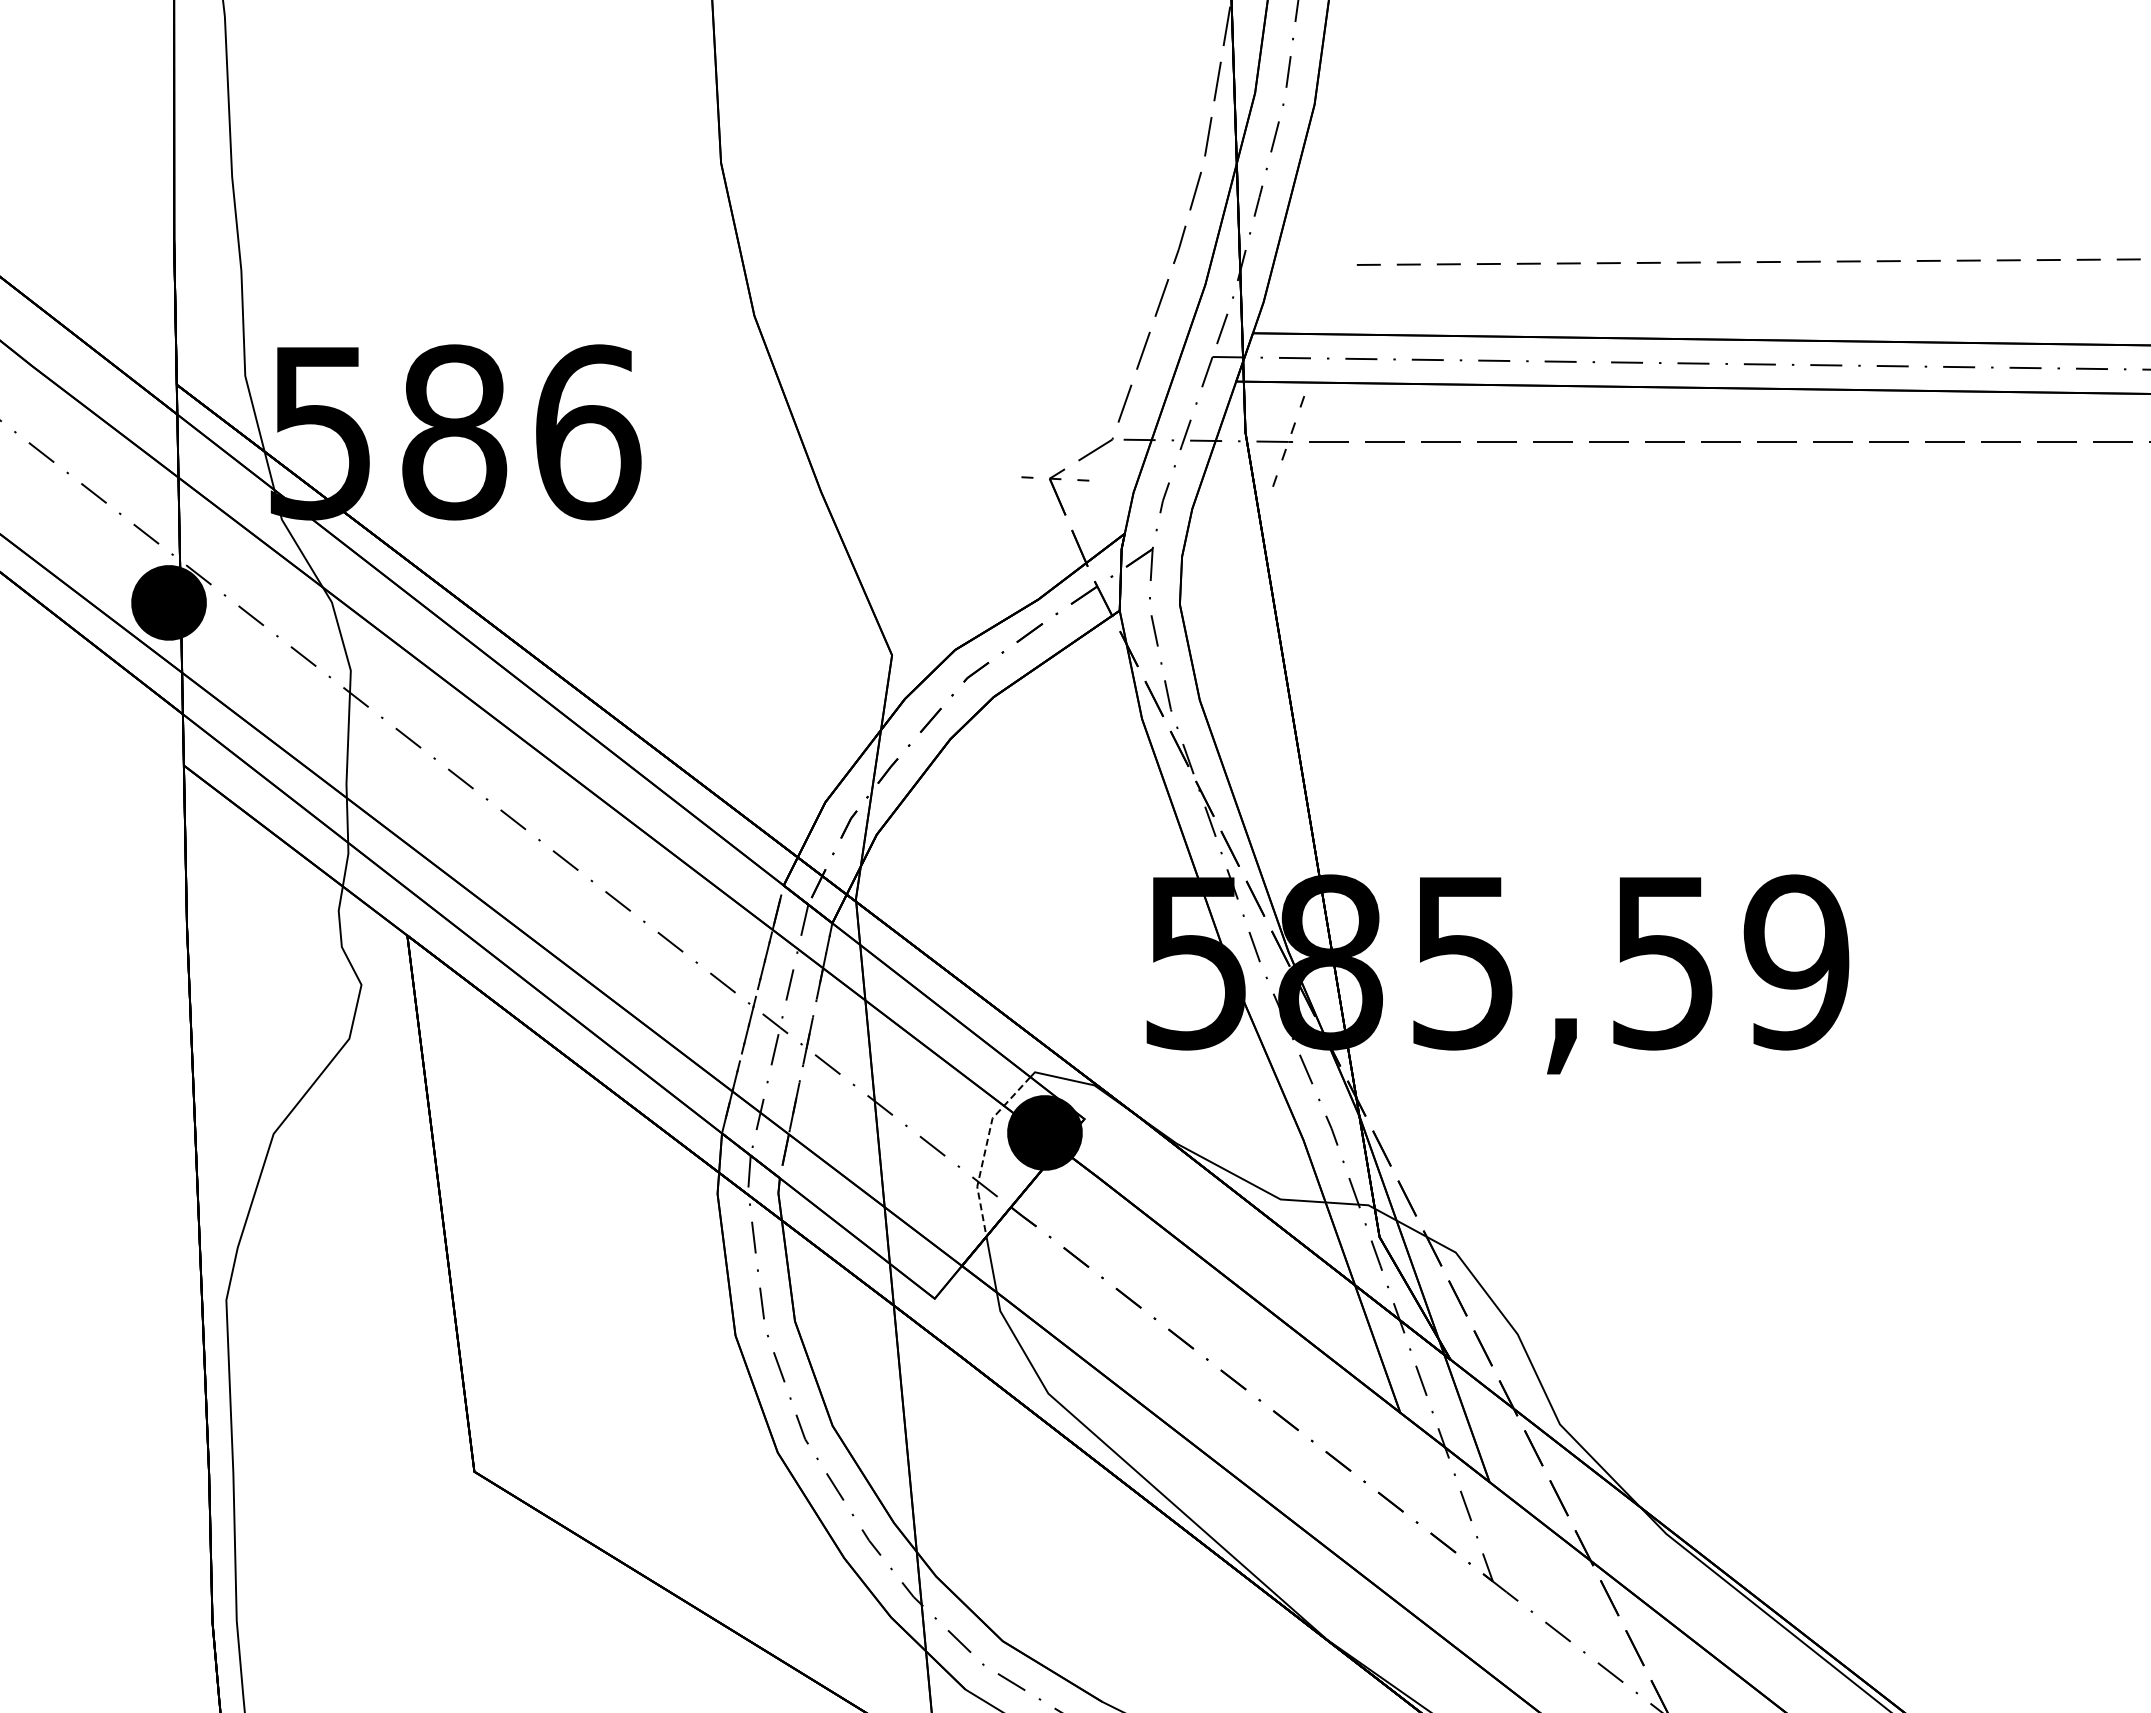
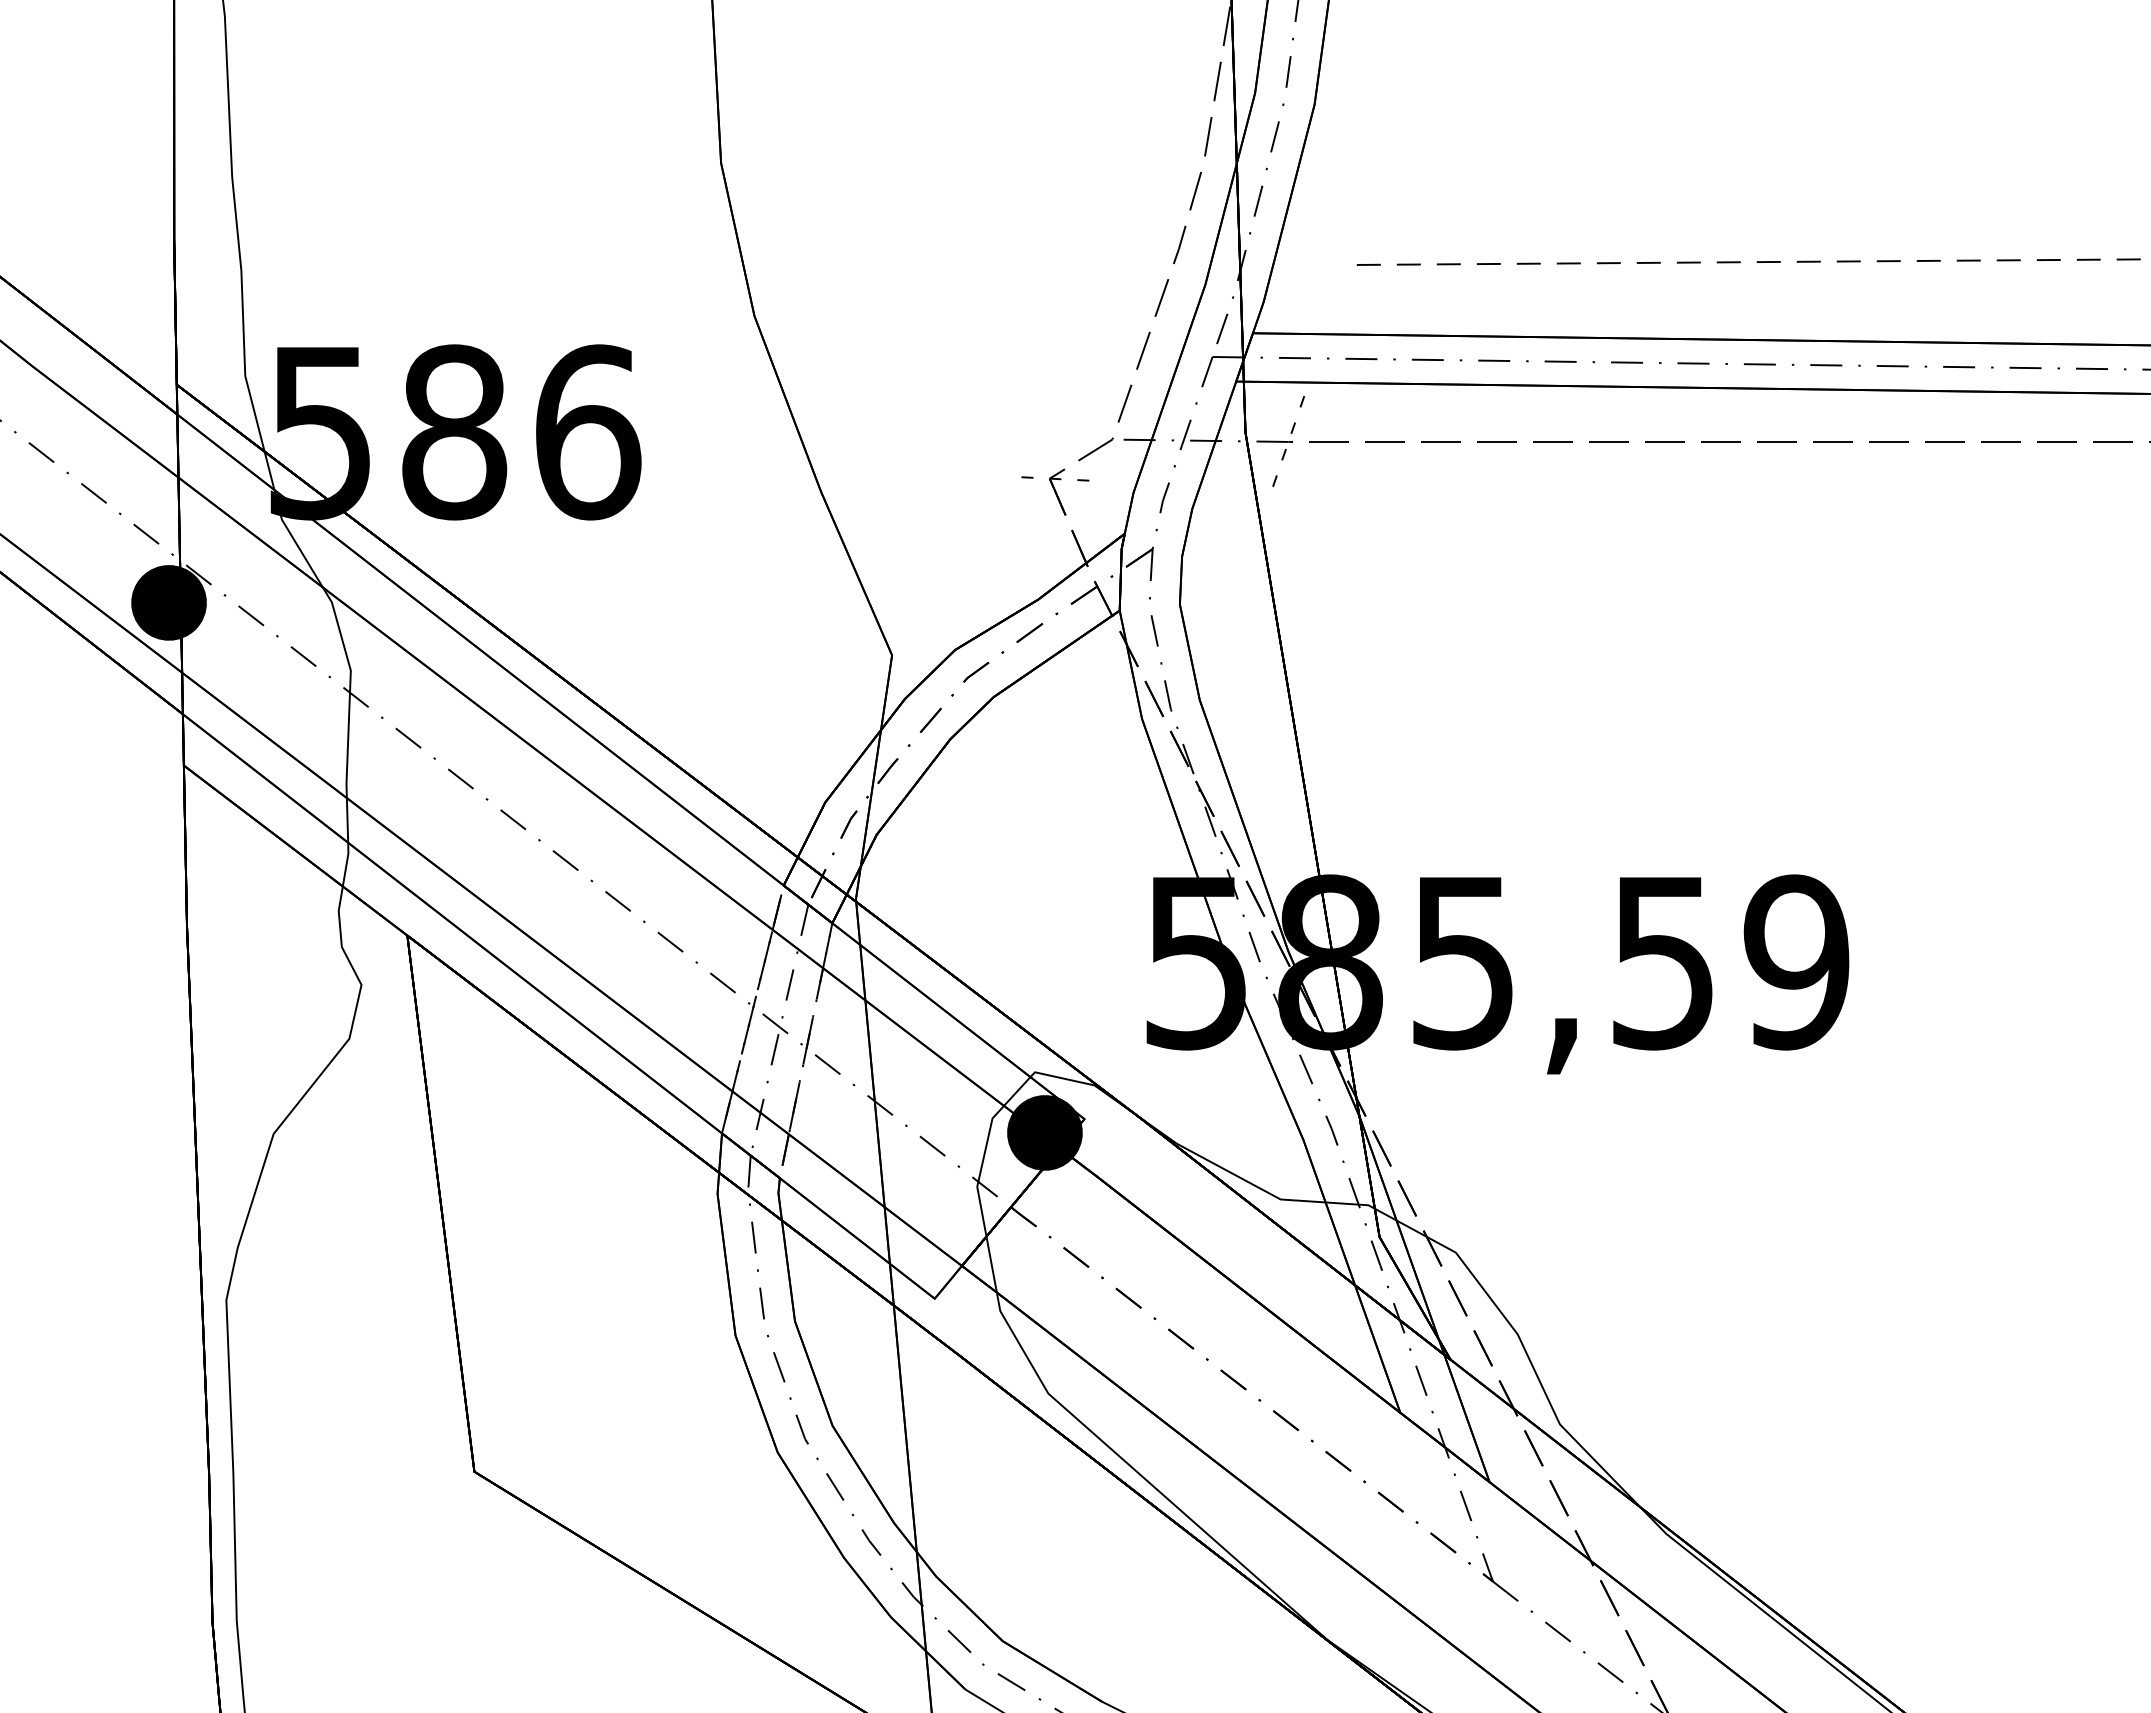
line at (985, 1150): dashed -> solid
